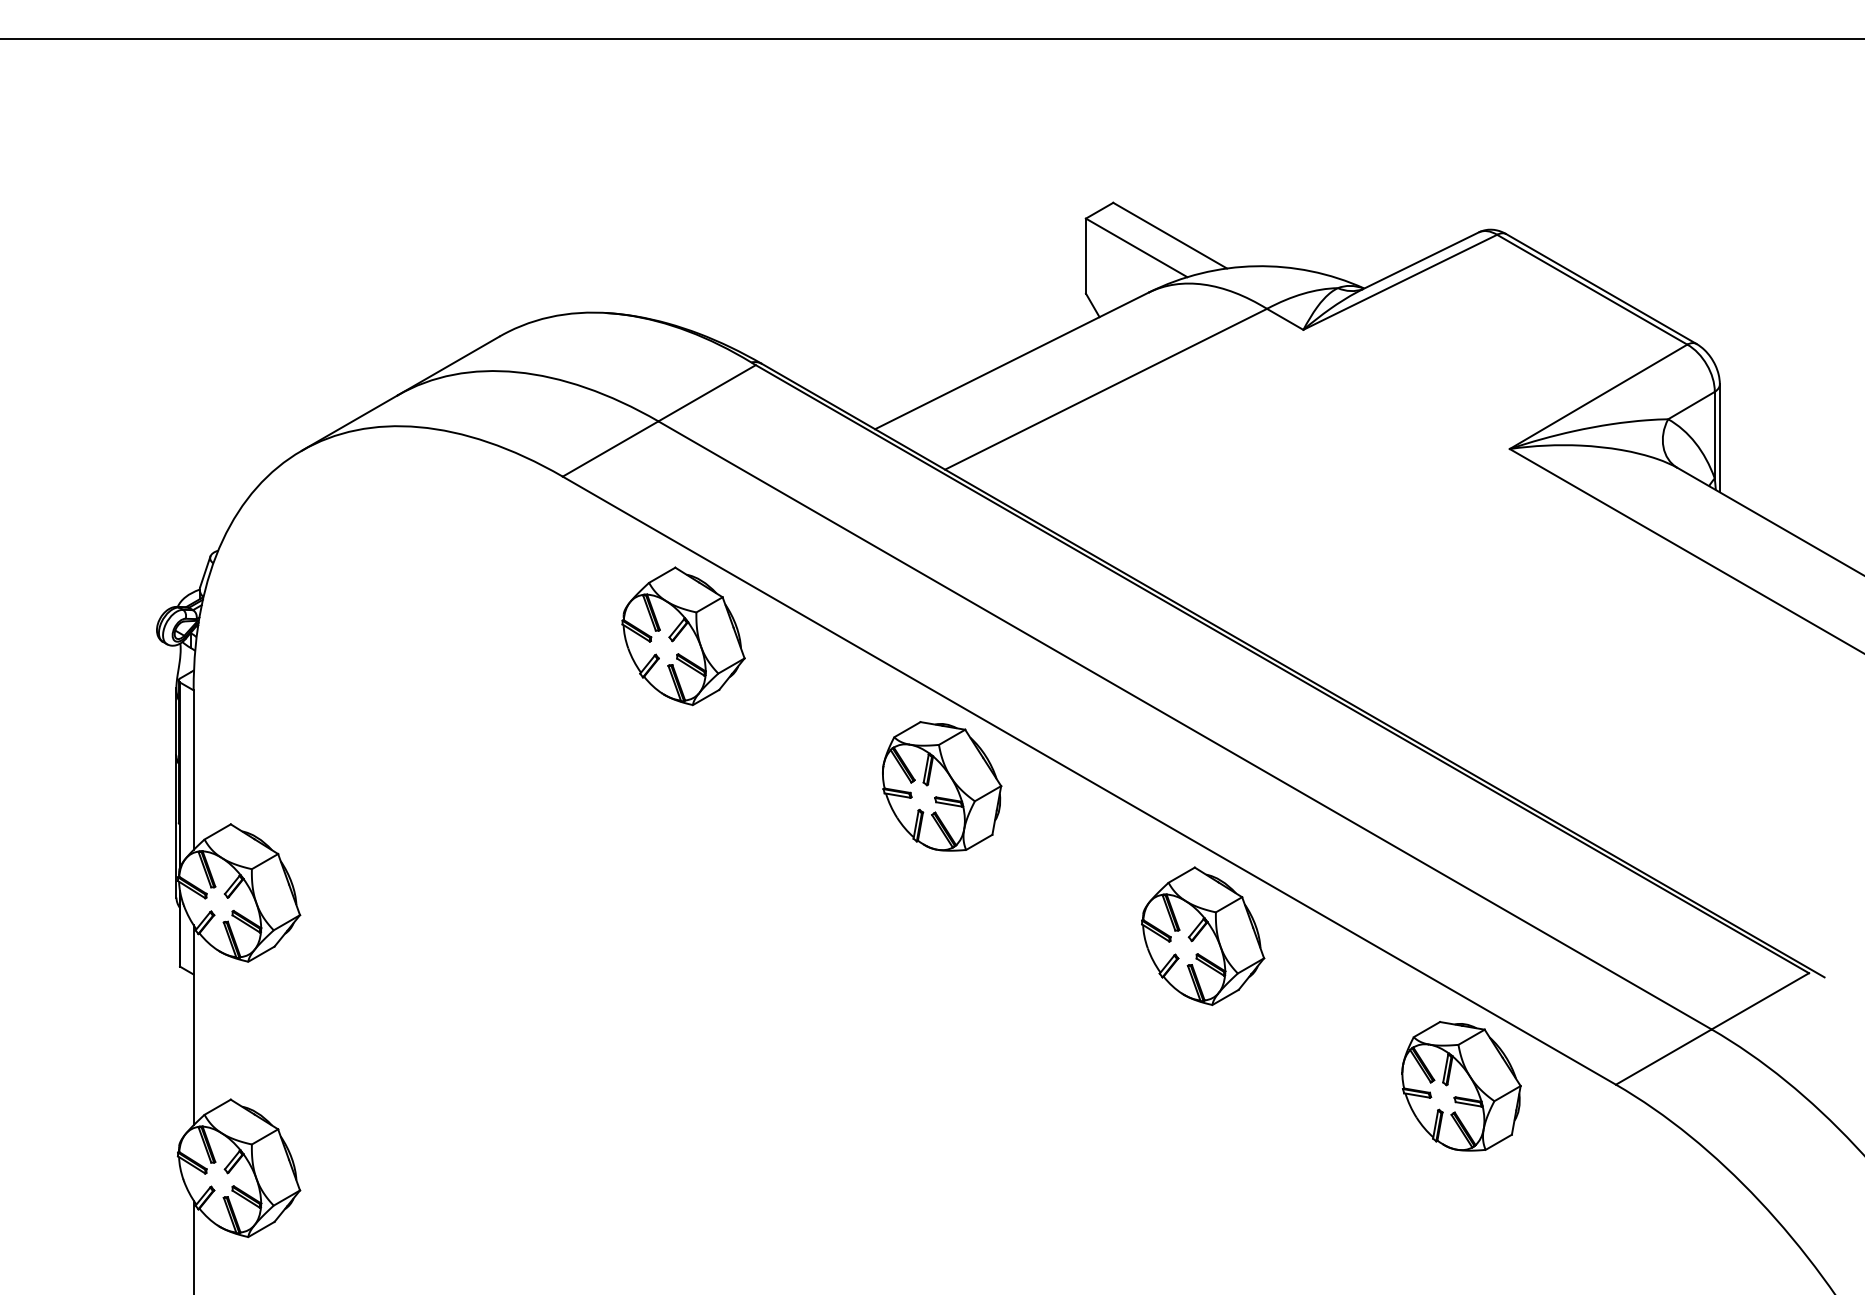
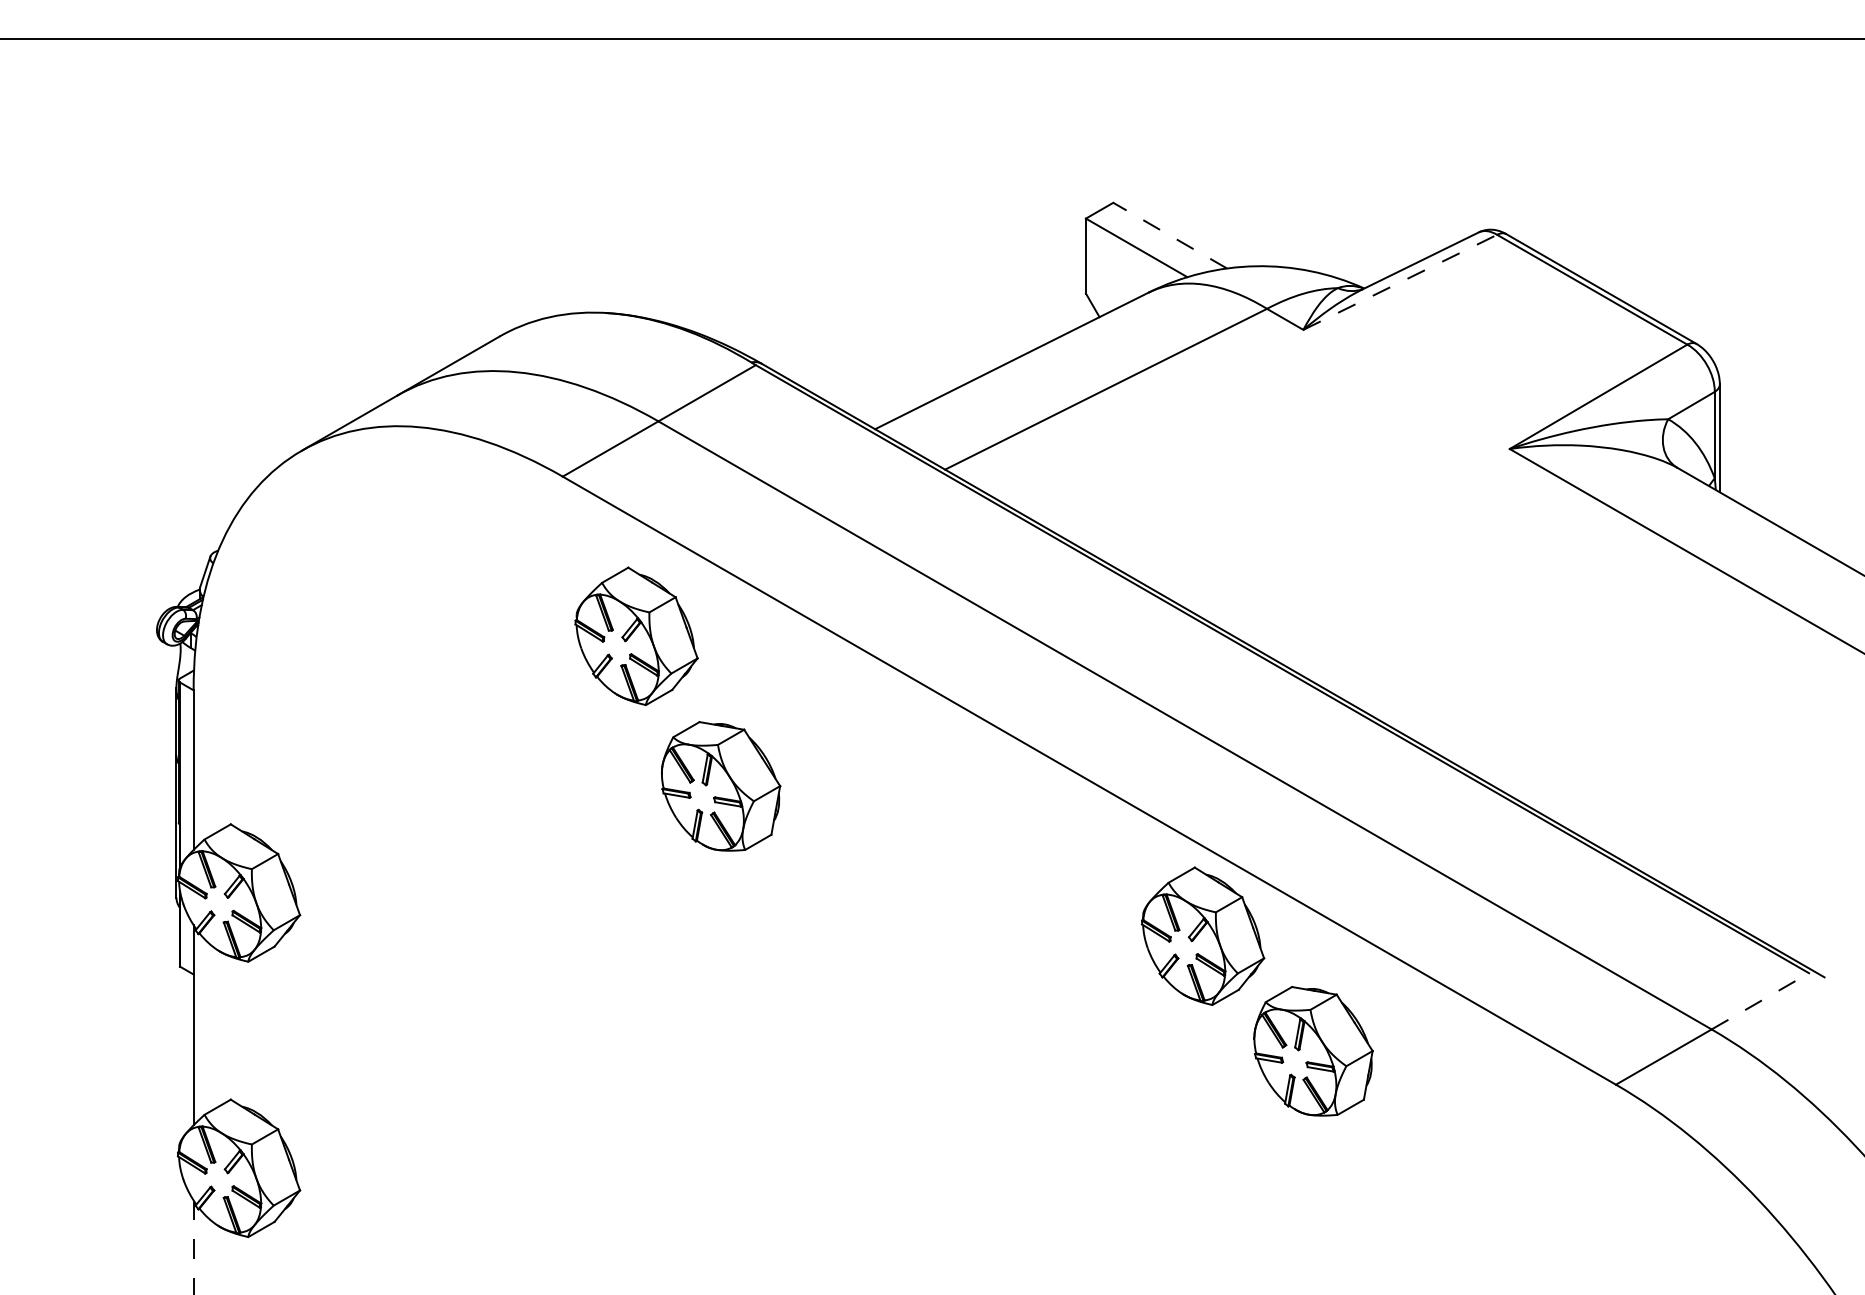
line at (1170, 235): solid -> dashed
line at (1400, 282): solid -> dashed
part at (683, 636) position: (683, 636) -> (636, 636)
part at (942, 786) position: (942, 786) -> (721, 786)
line at (1760, 1001): solid -> dashed
part at (1461, 1086) position: (1461, 1086) -> (1313, 1051)
line at (193, 1247): solid -> dashed
